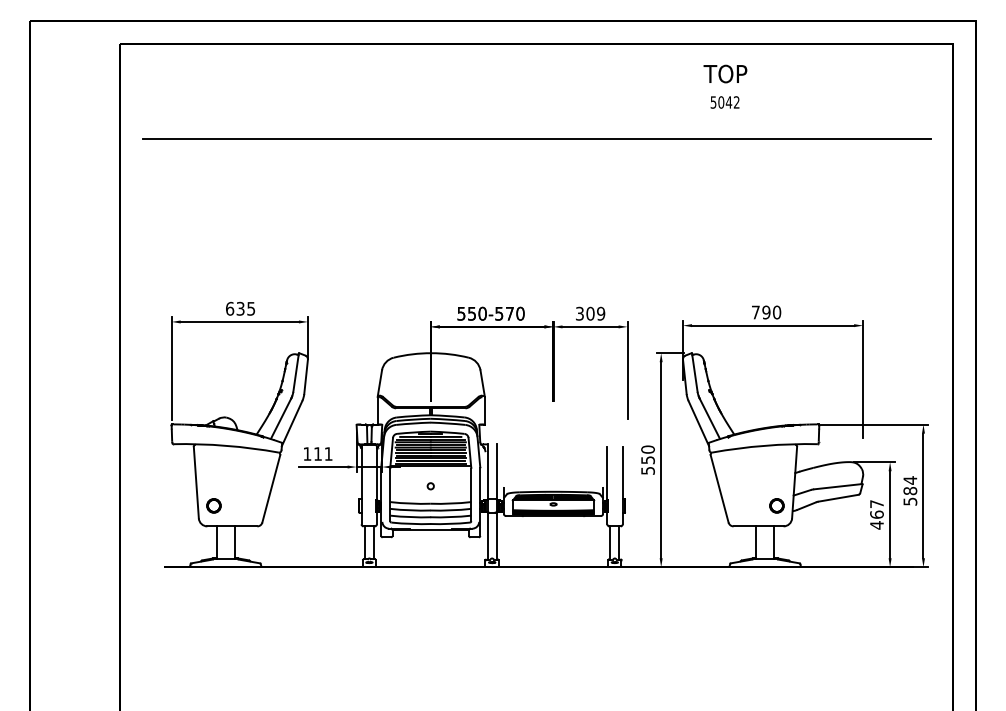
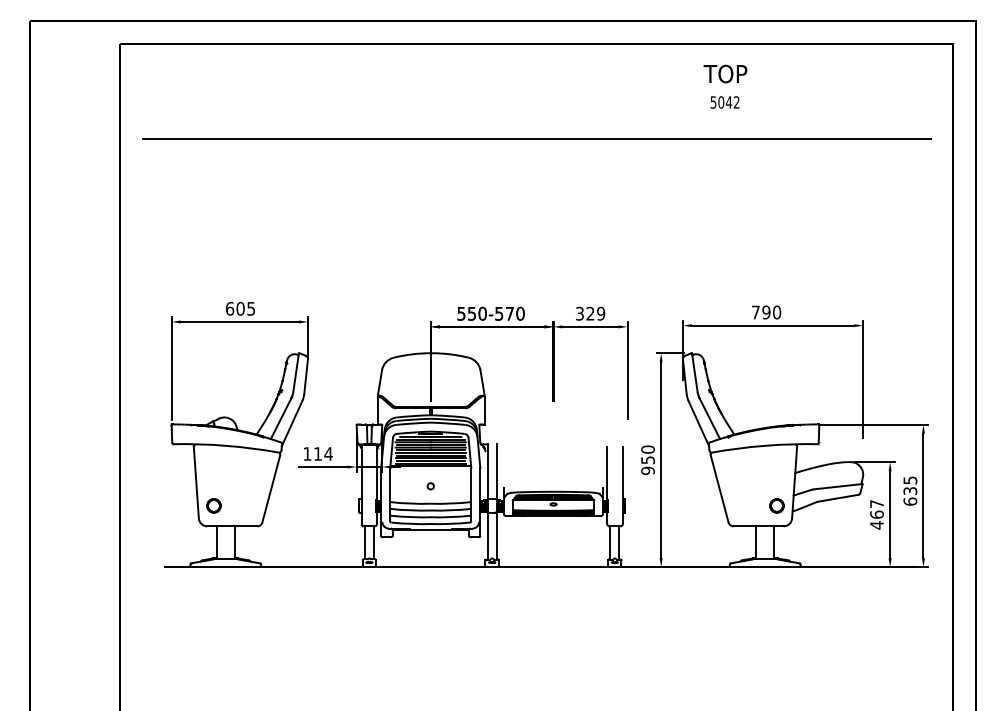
text at (240, 308): 635 -> 605
text at (590, 313): 309 -> 329
text at (328, 453): 111 -> 114
text at (647, 470): 550 -> 950
text at (910, 490): 584 -> 635
